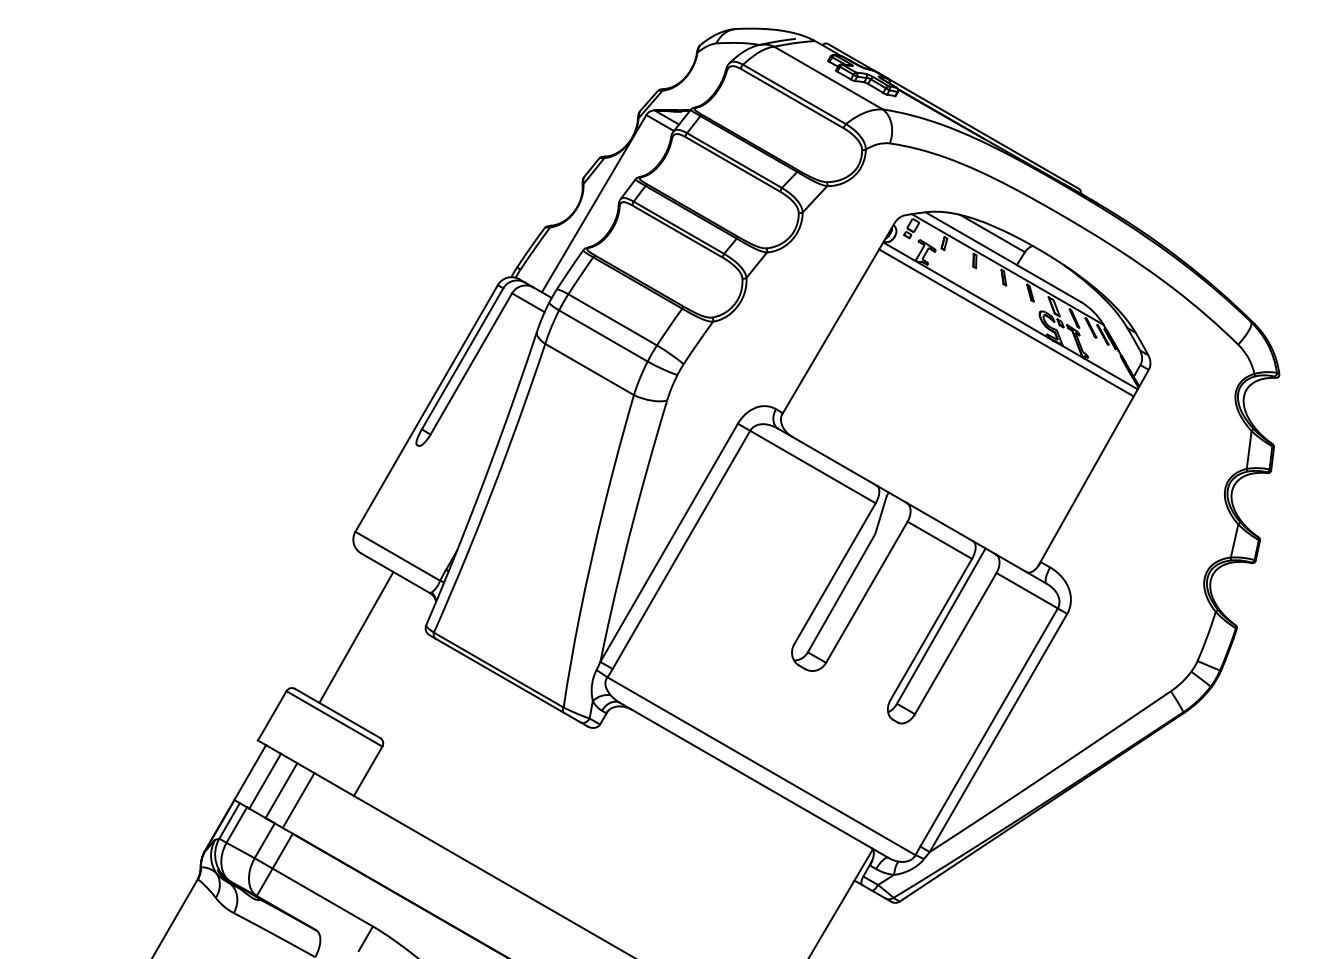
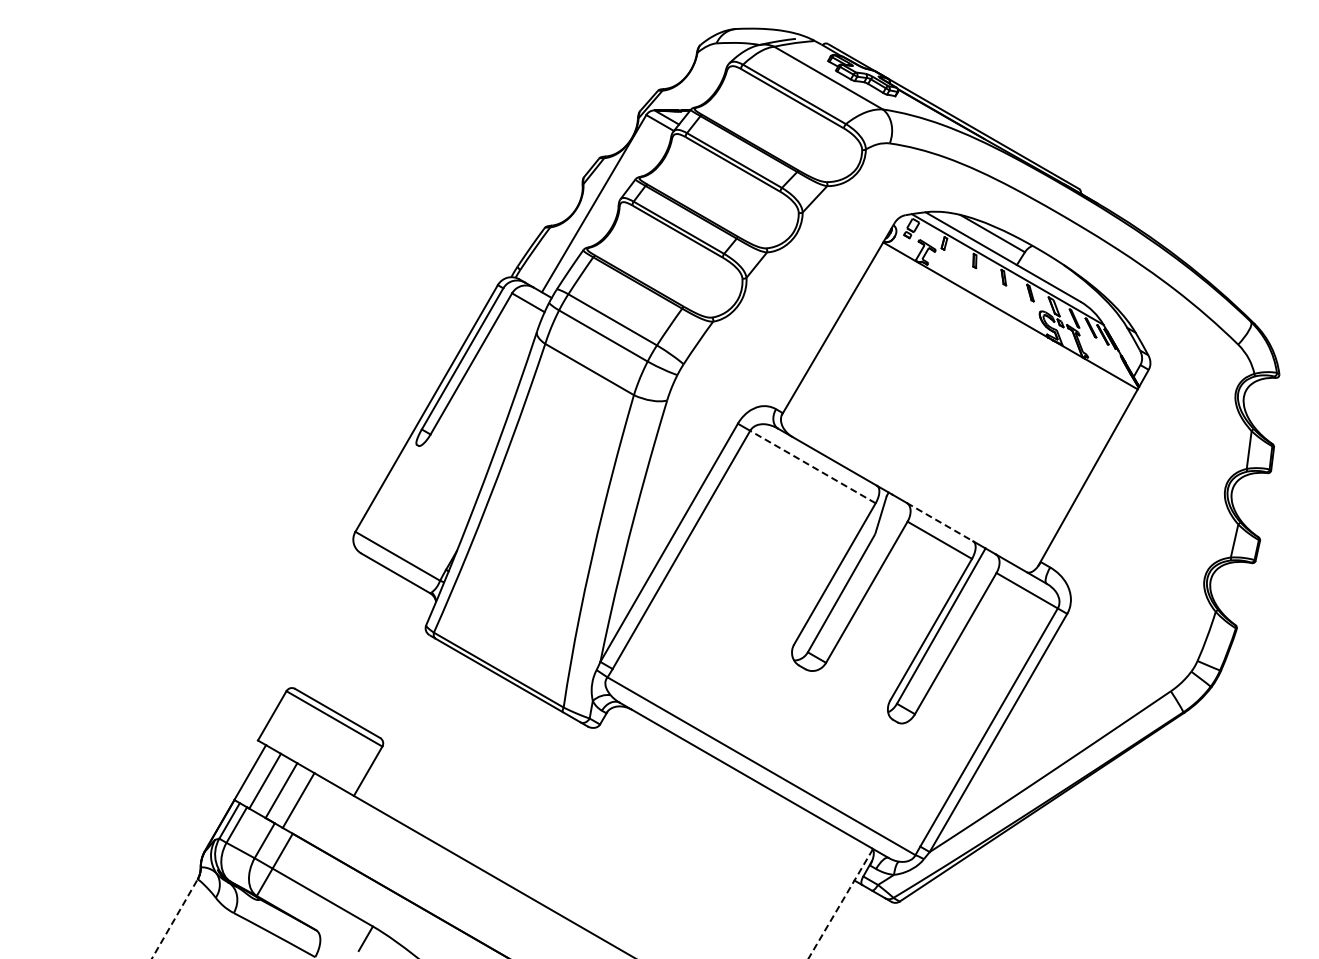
line at (1006, 322): present -> none
line at (812, 466): solid -> dashed
line at (940, 522): solid -> dashed
line at (356, 637): present -> none
line at (840, 903): solid -> dashed
line at (175, 918): solid -> dashed
